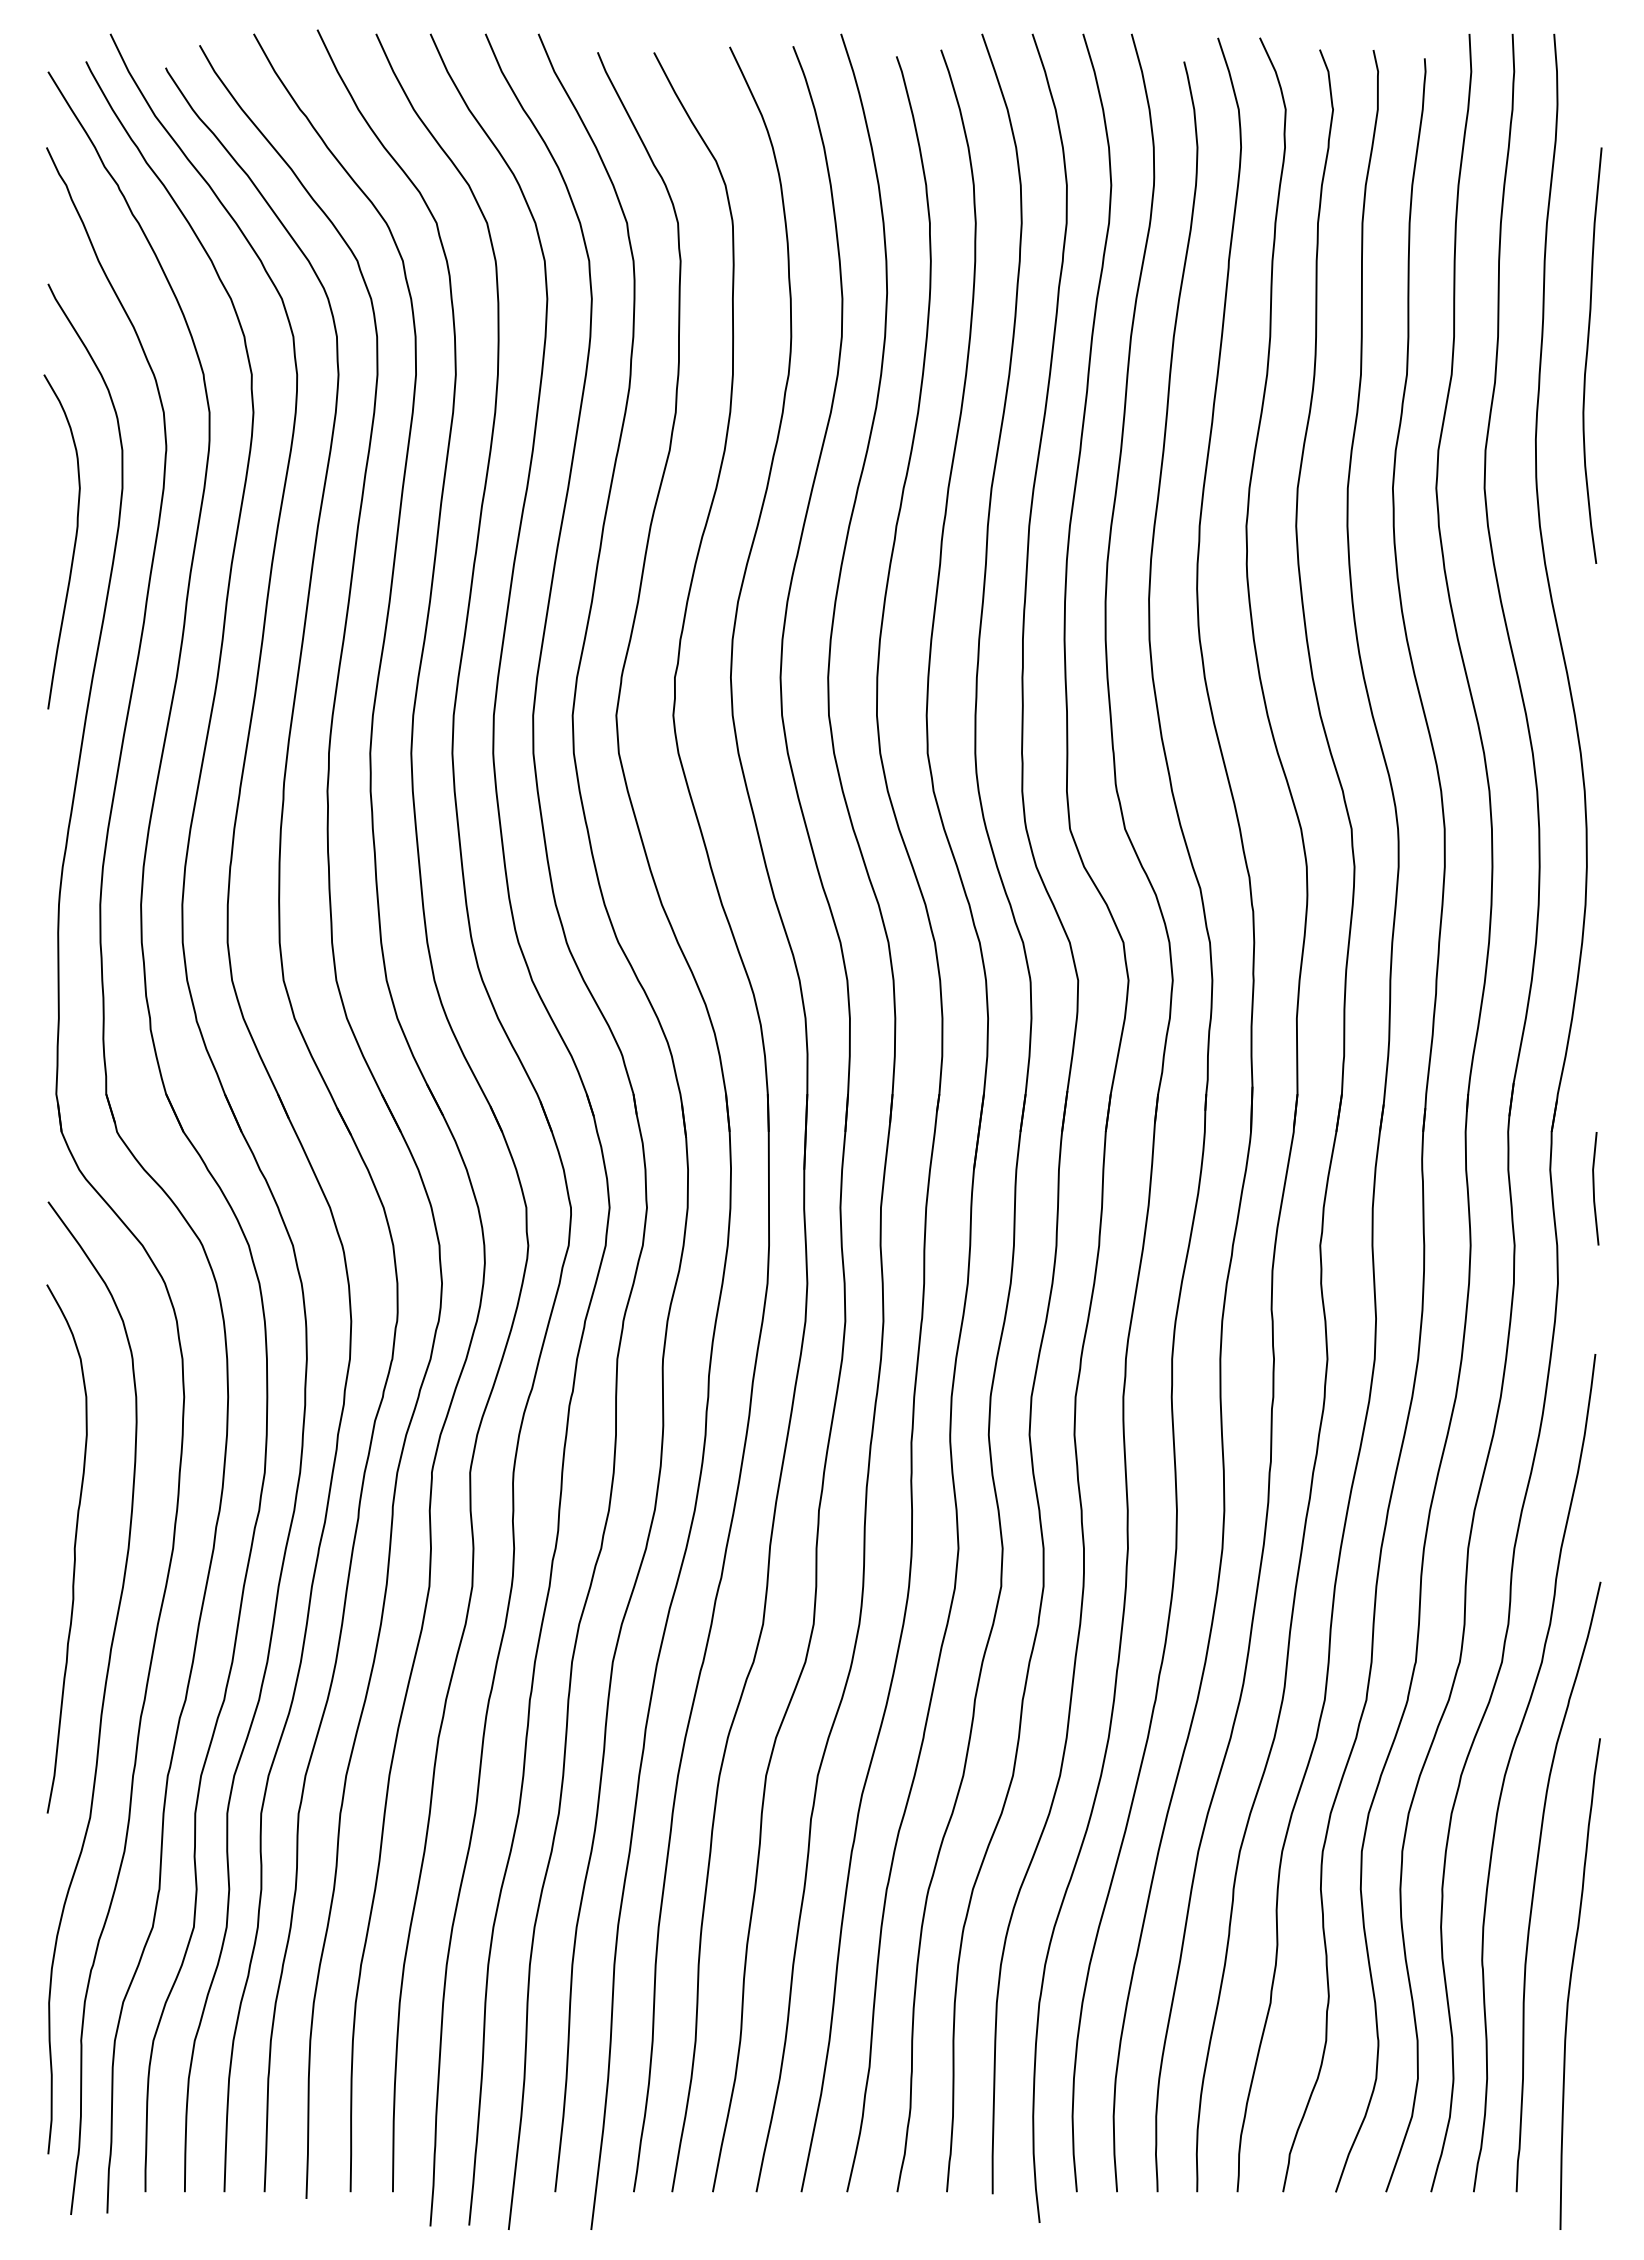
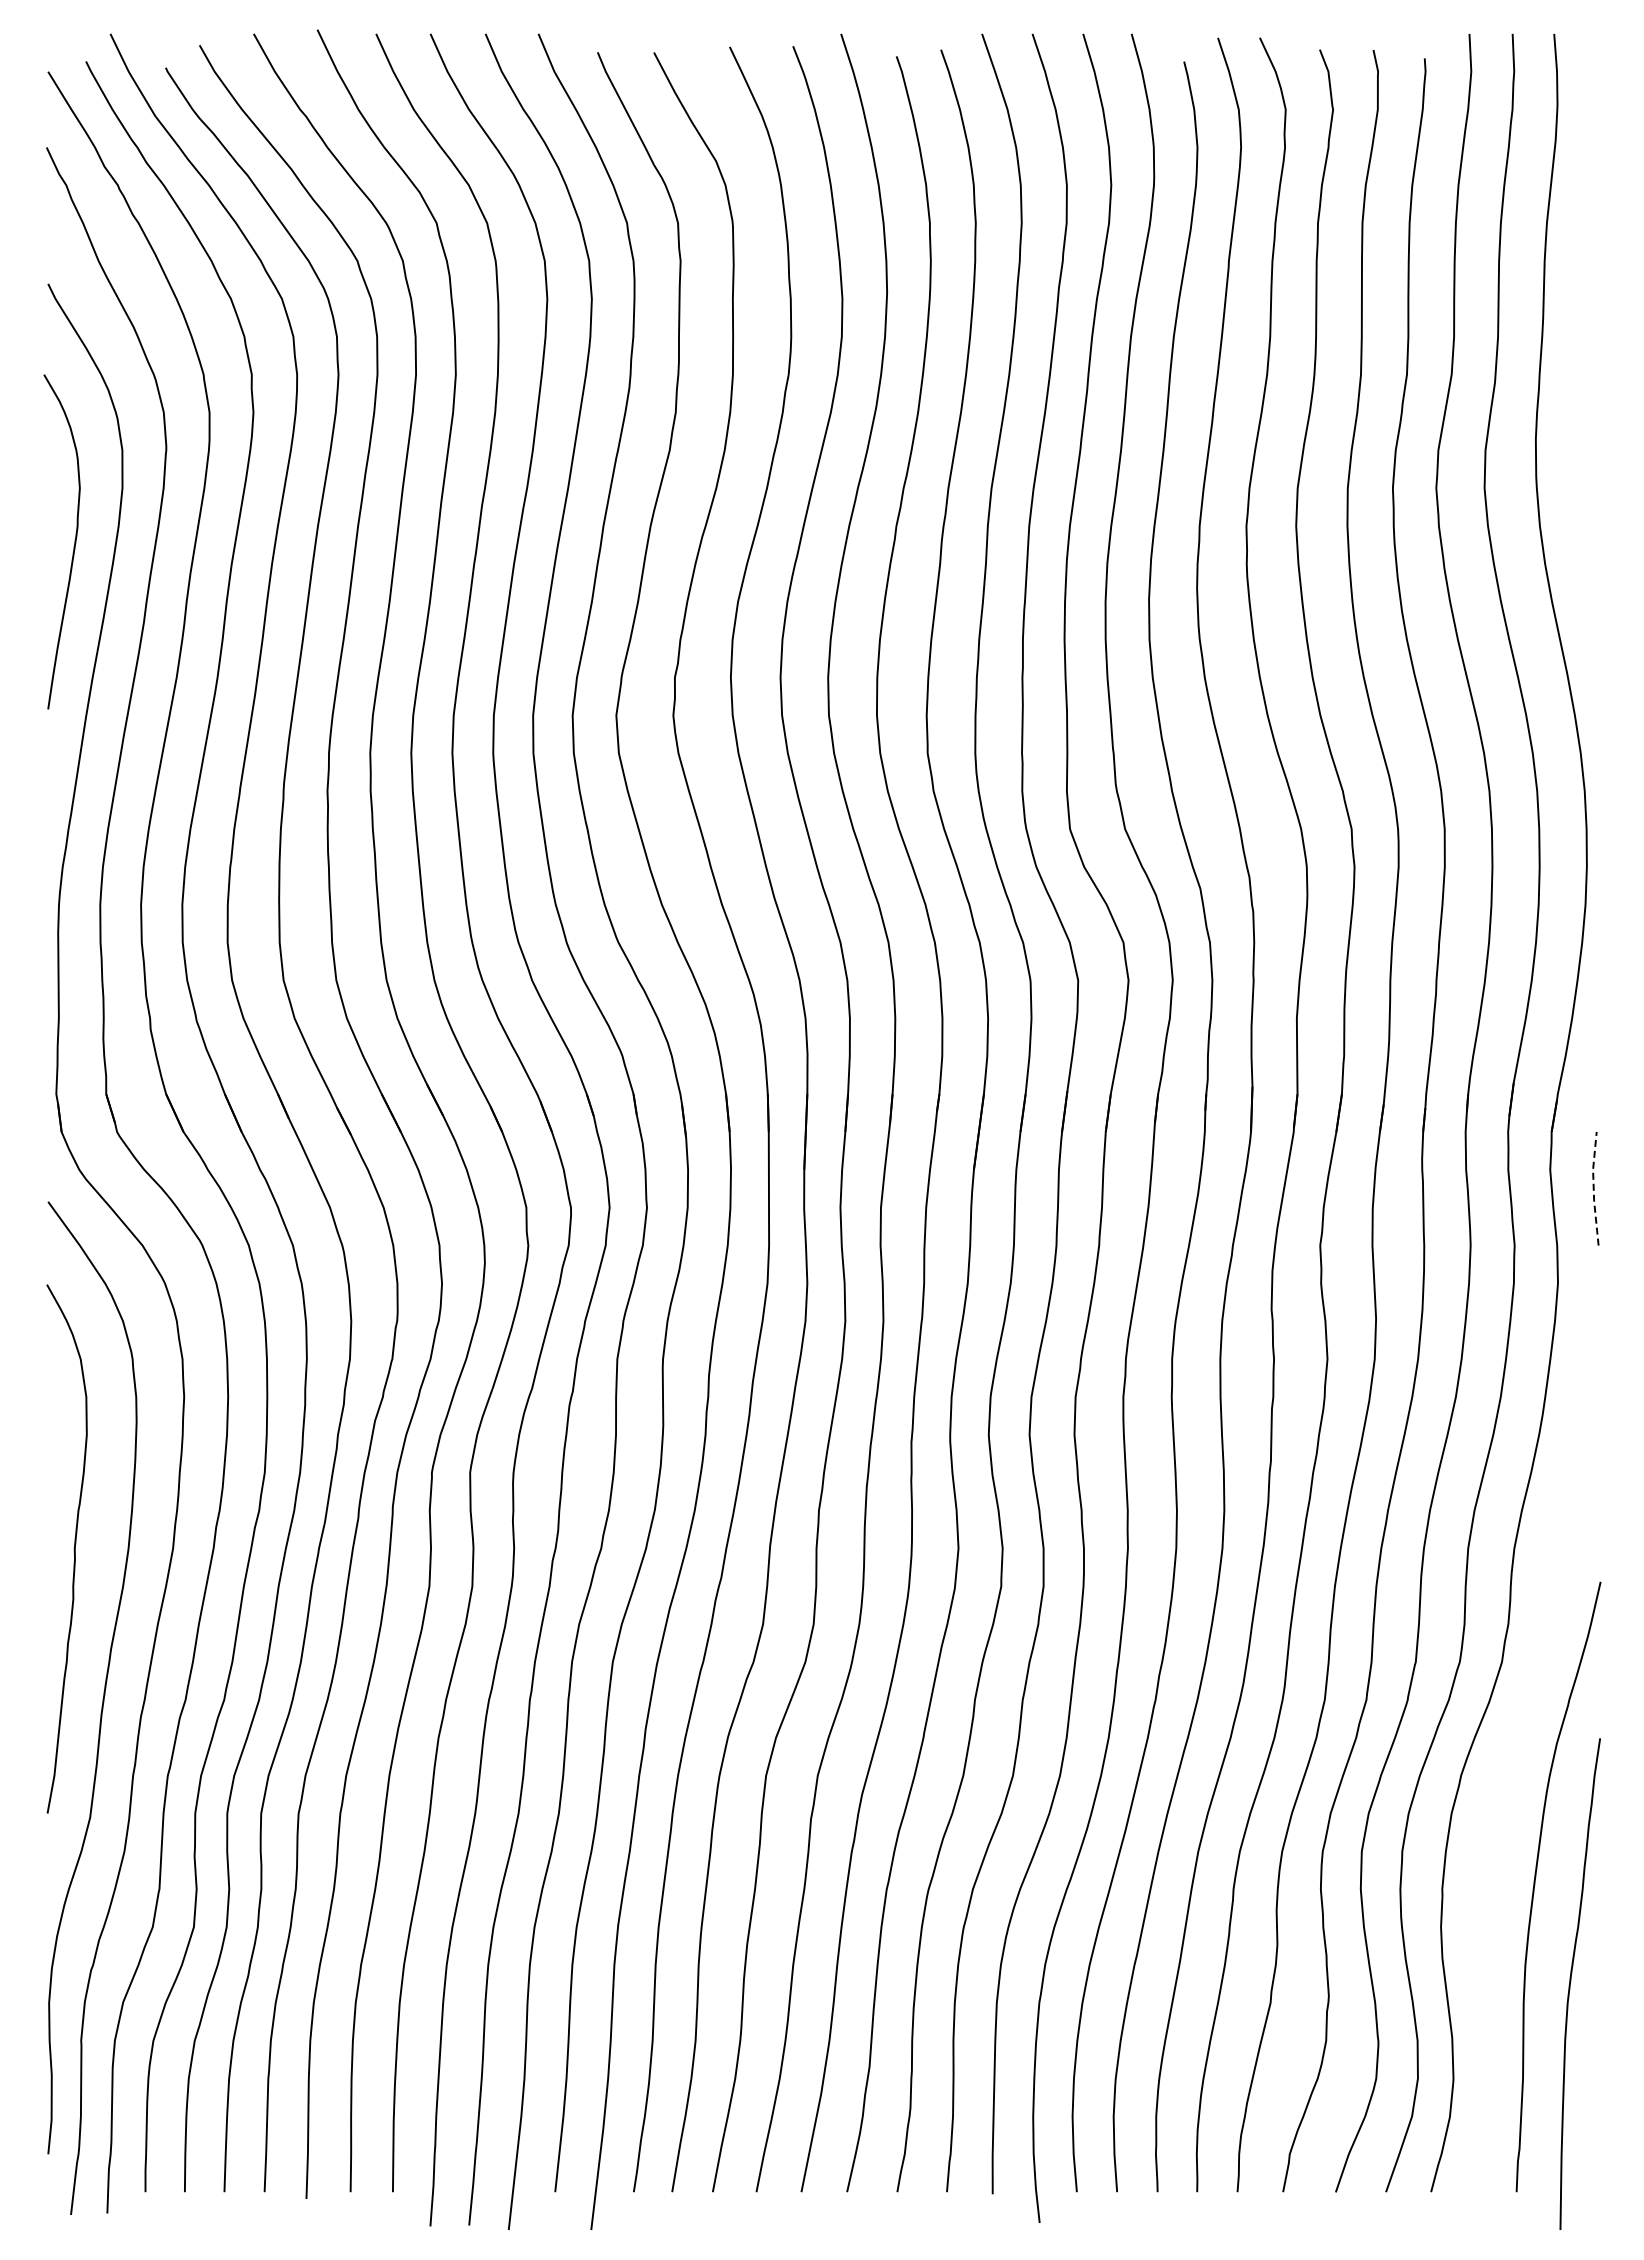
curve at (1587, 355): present -> none
line at (1593, 1188): solid -> dashed
curve at (1509, 1764): present -> none
